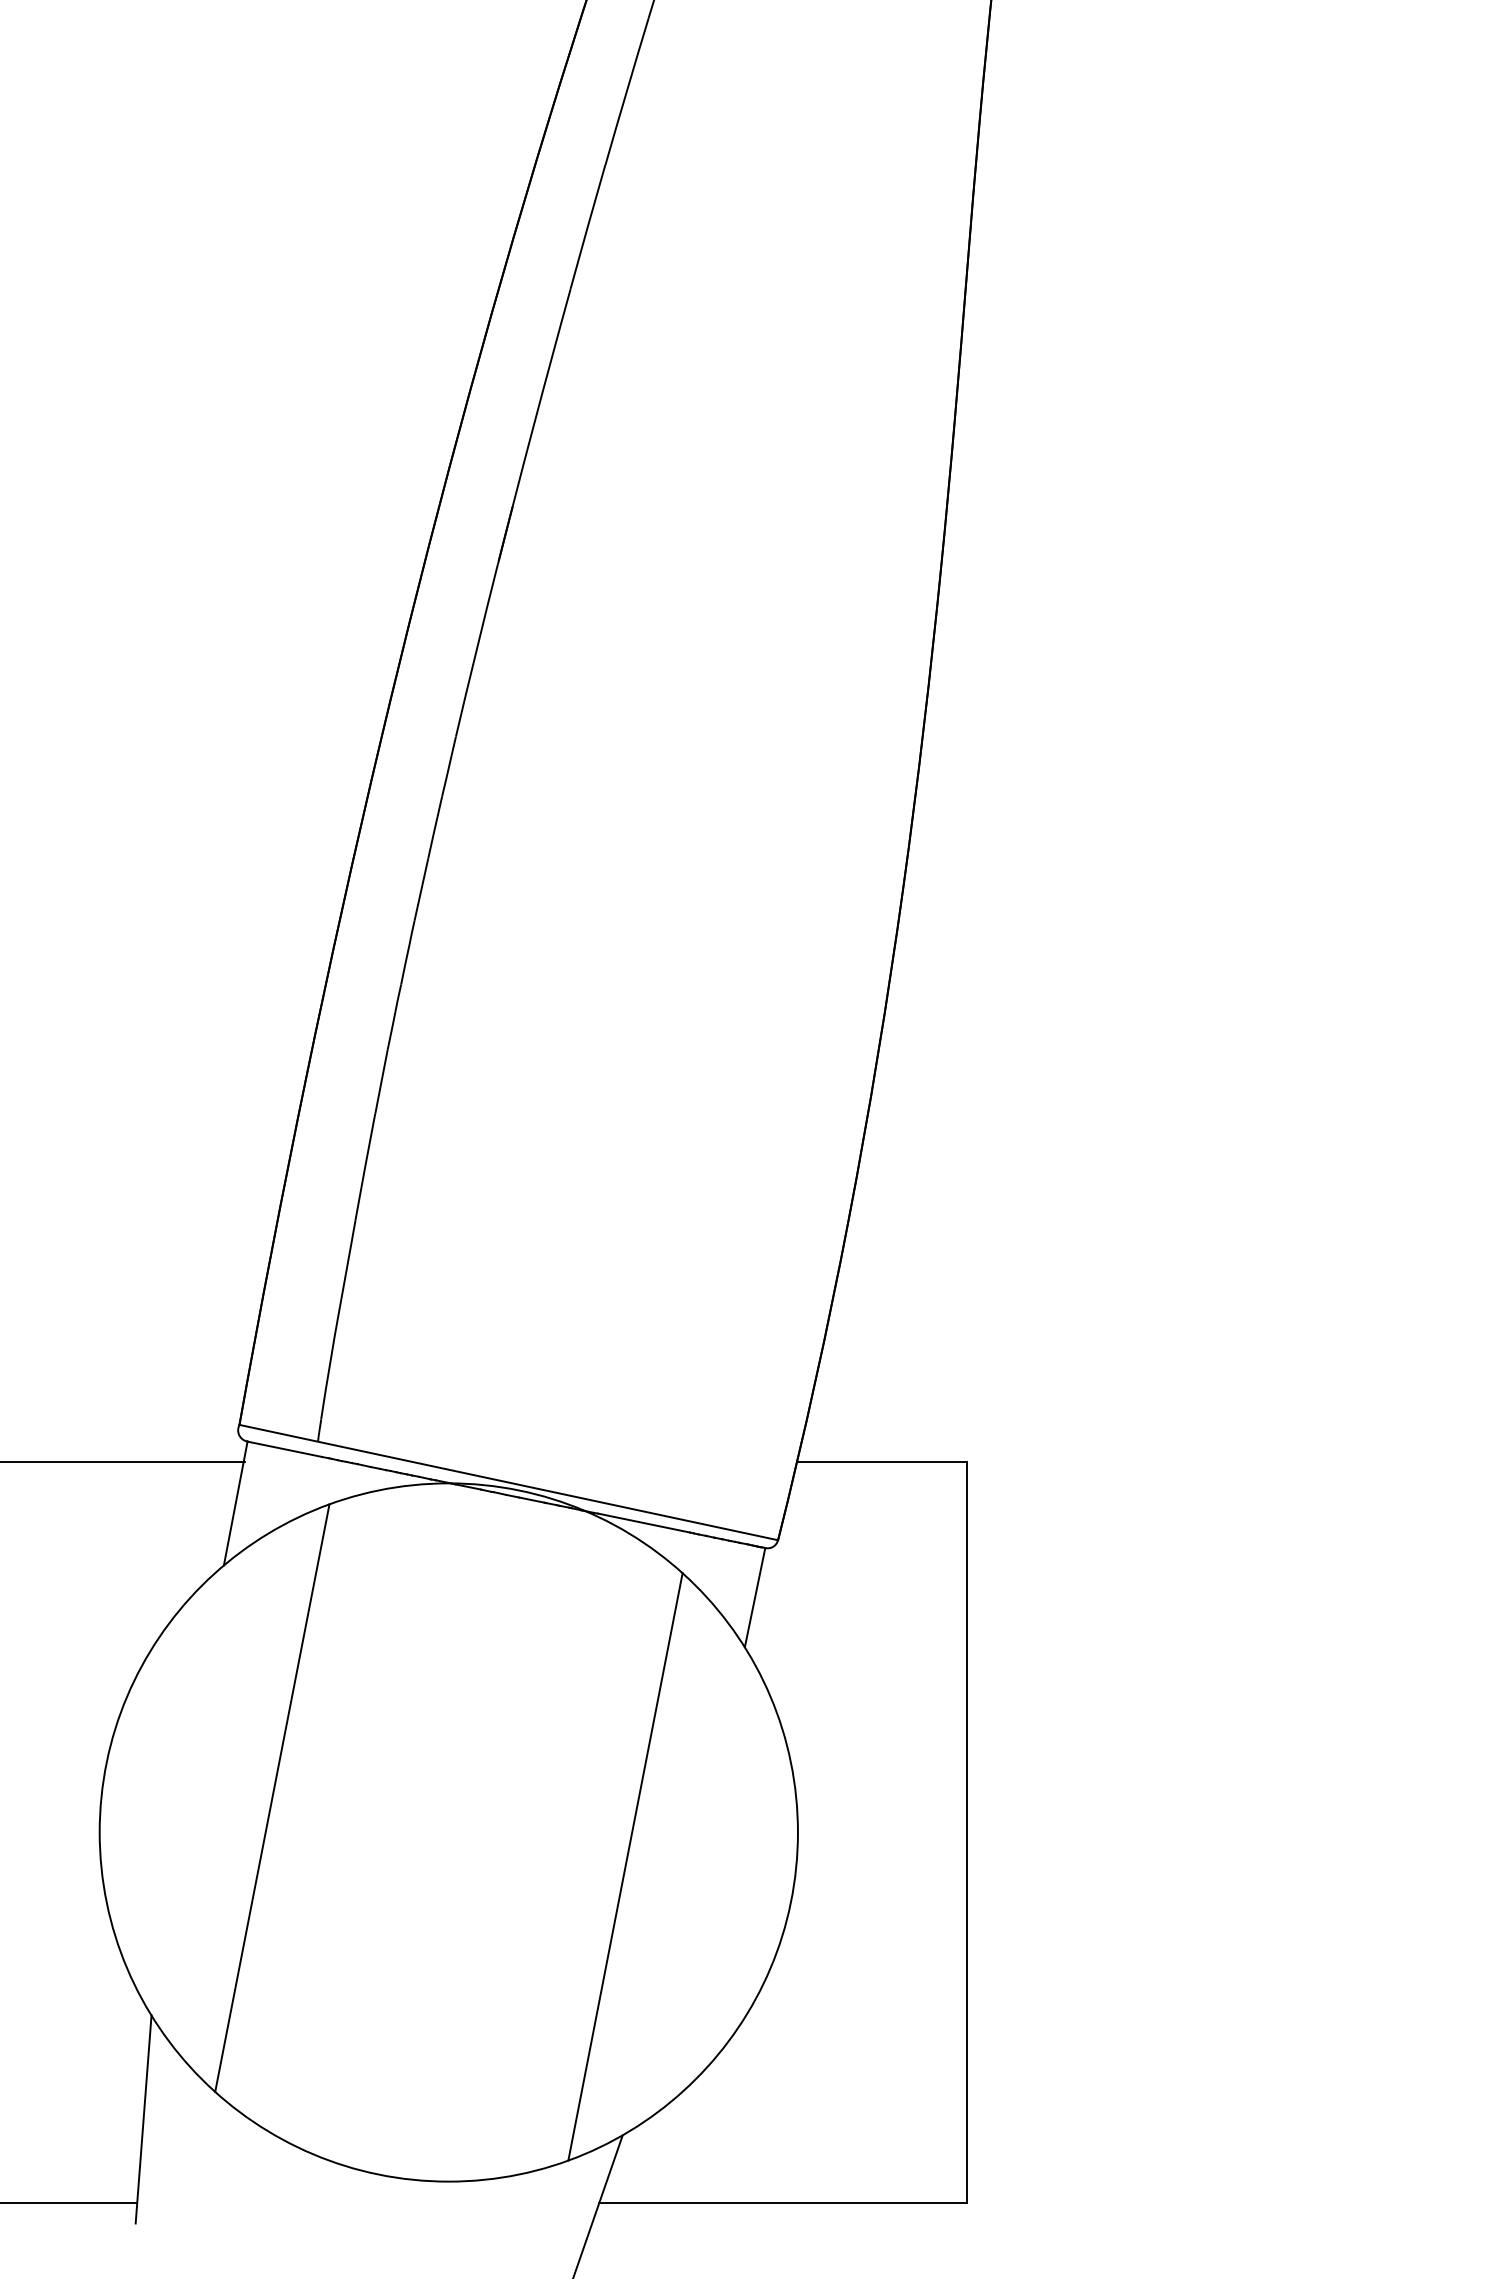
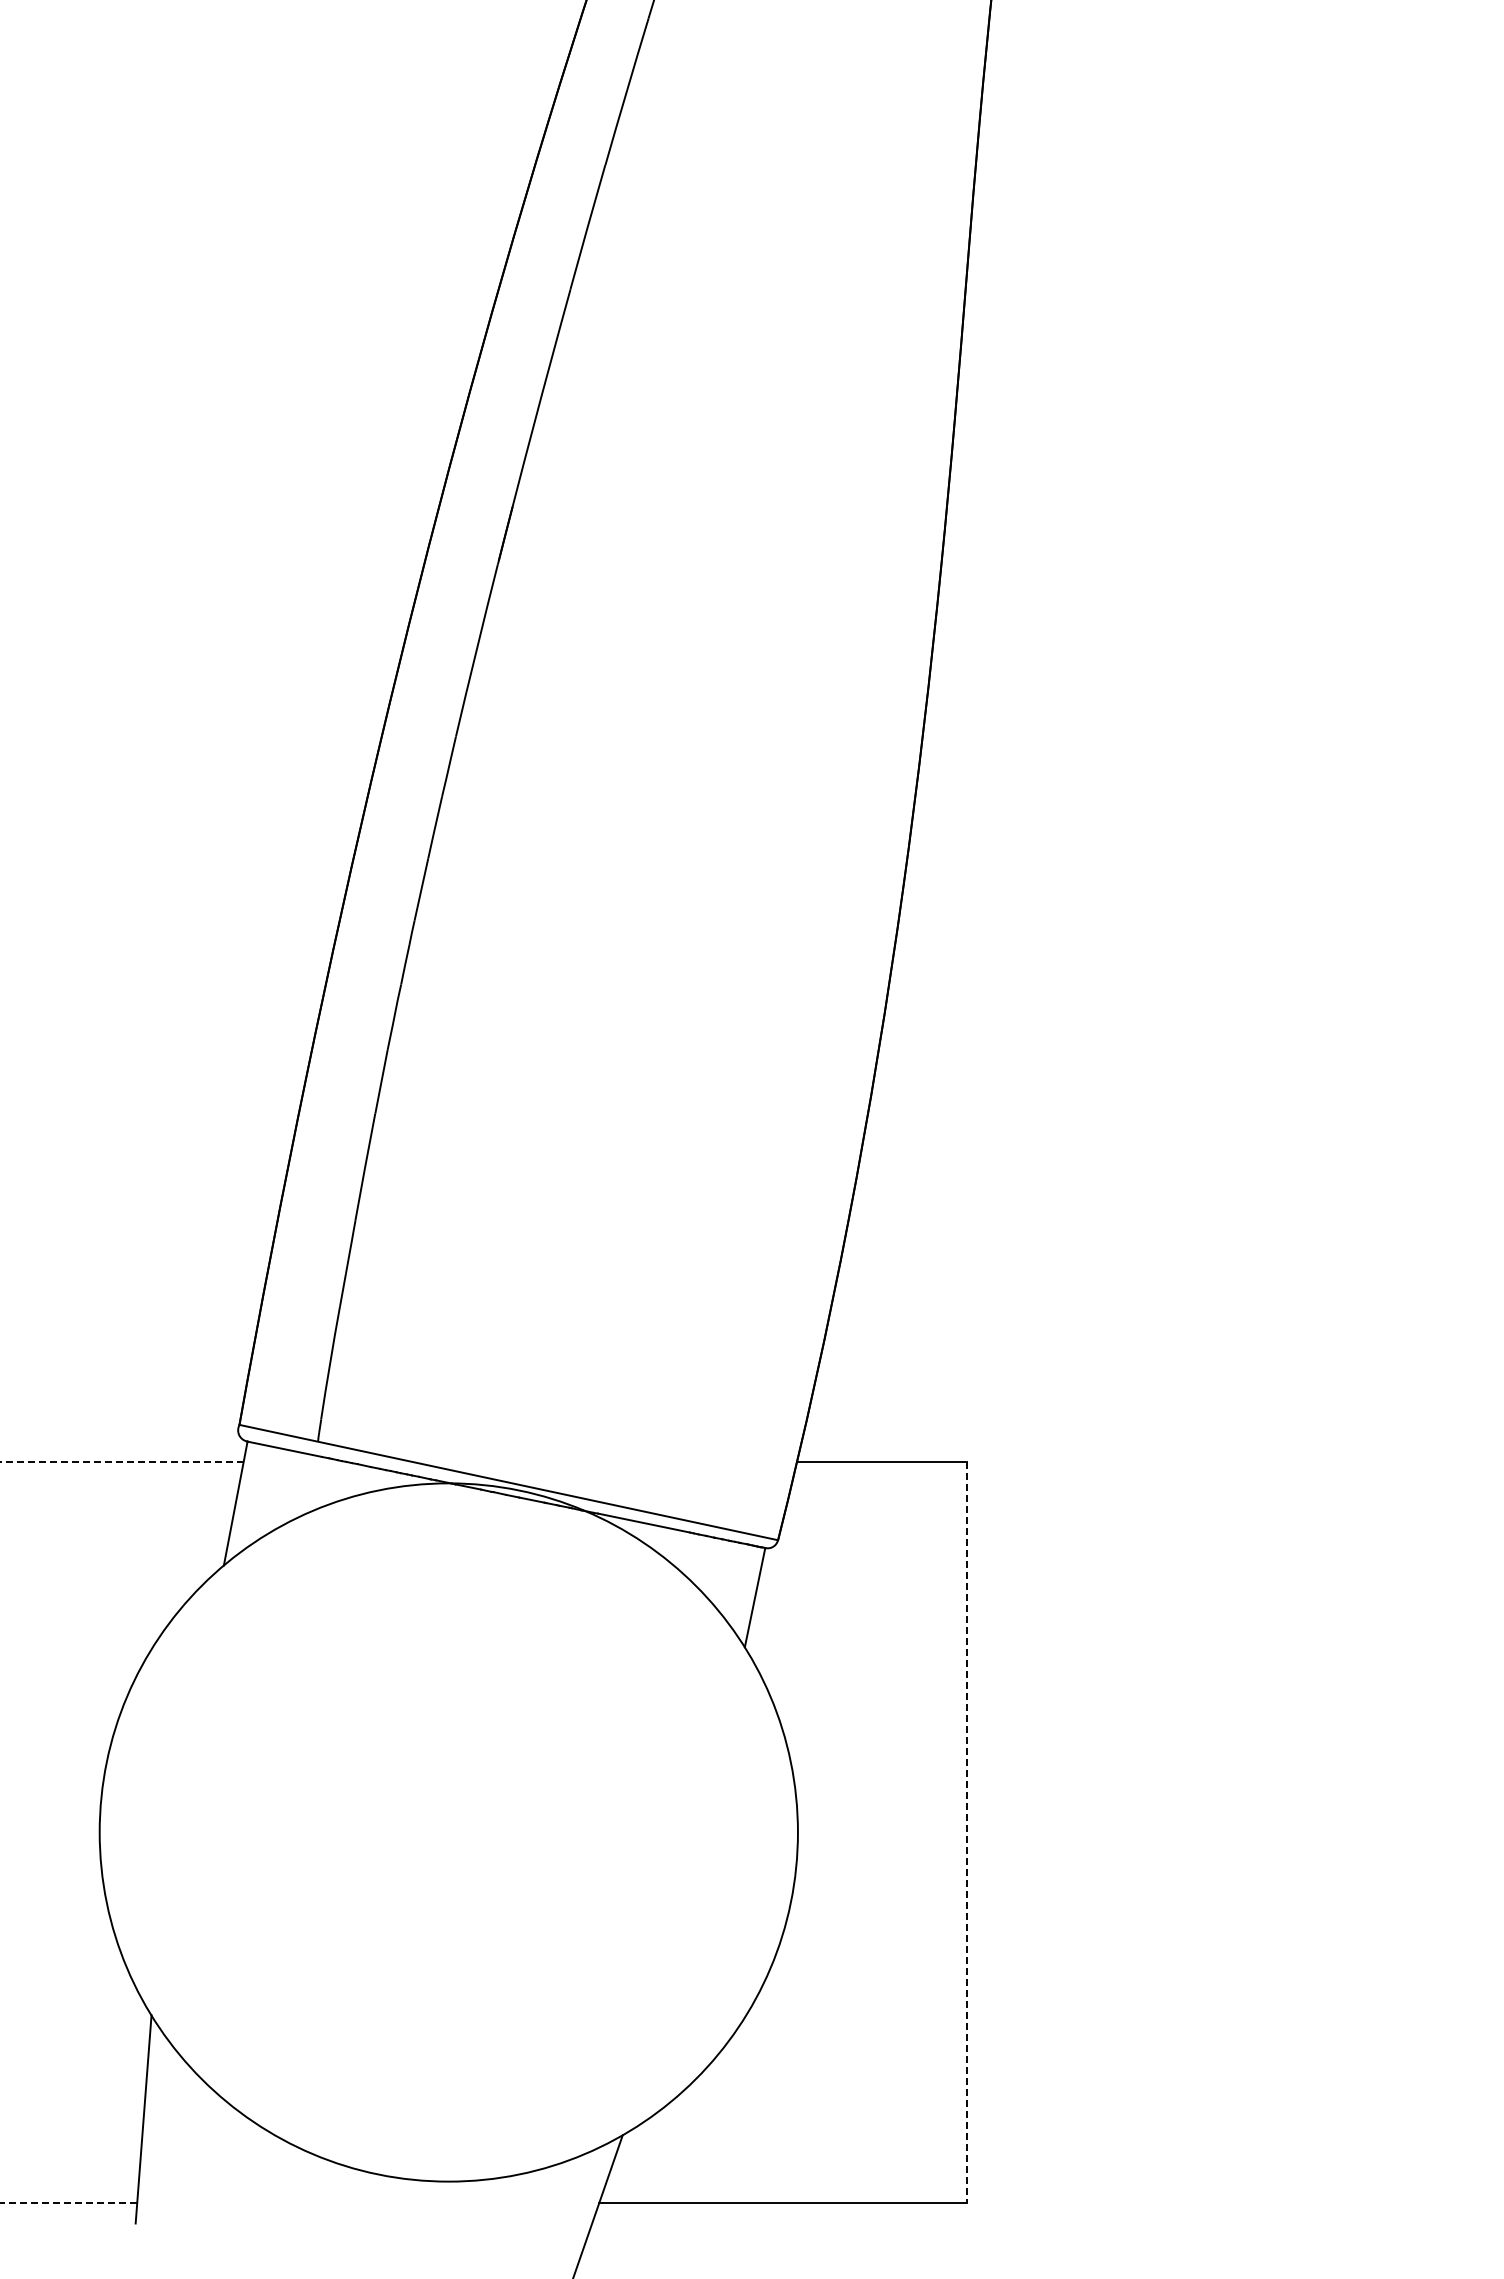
line at (122, 1462): solid -> dashed
line at (272, 1797): present -> none
line at (967, 1833): solid -> dashed
line at (625, 1866): present -> none
line at (68, 2202): solid -> dashed
